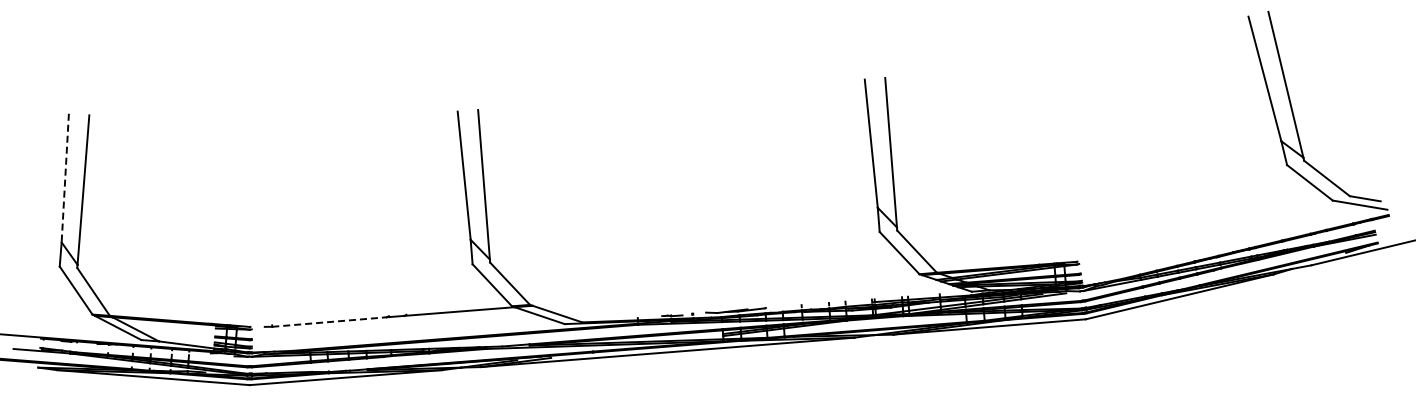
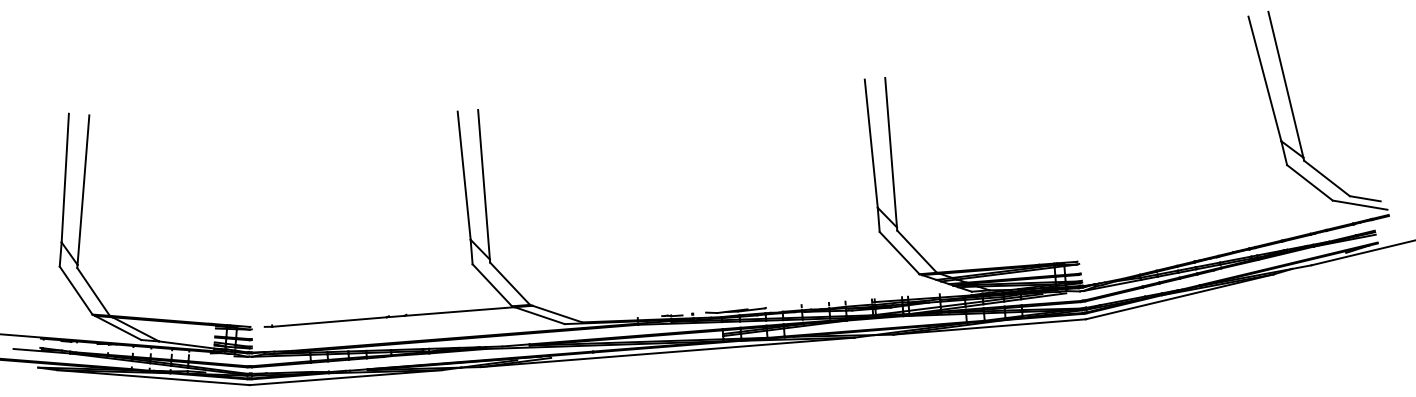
line at (65, 178): dashed -> solid
line at (329, 322): dashed -> solid
